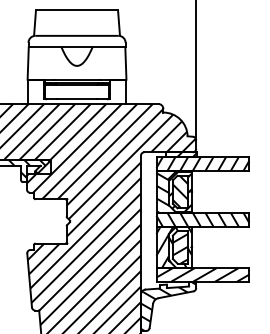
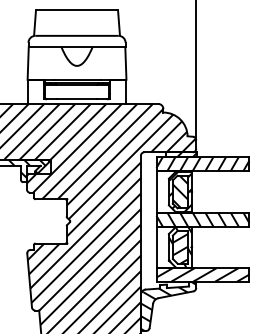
hatch at (168, 191): present -> none
hatch at (171, 247): present -> none
